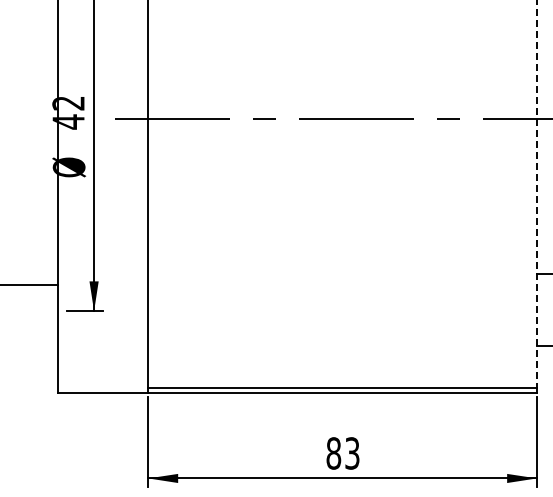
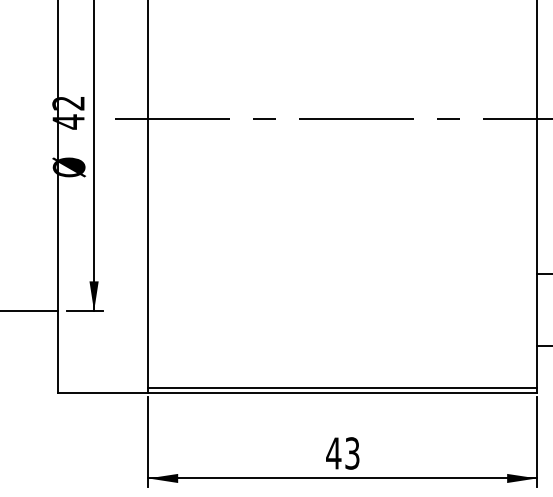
line at (536, 194): dashed -> solid
line at (29, 285) position: (29, 285) -> (29, 311)
text at (333, 453): 83 -> 43
